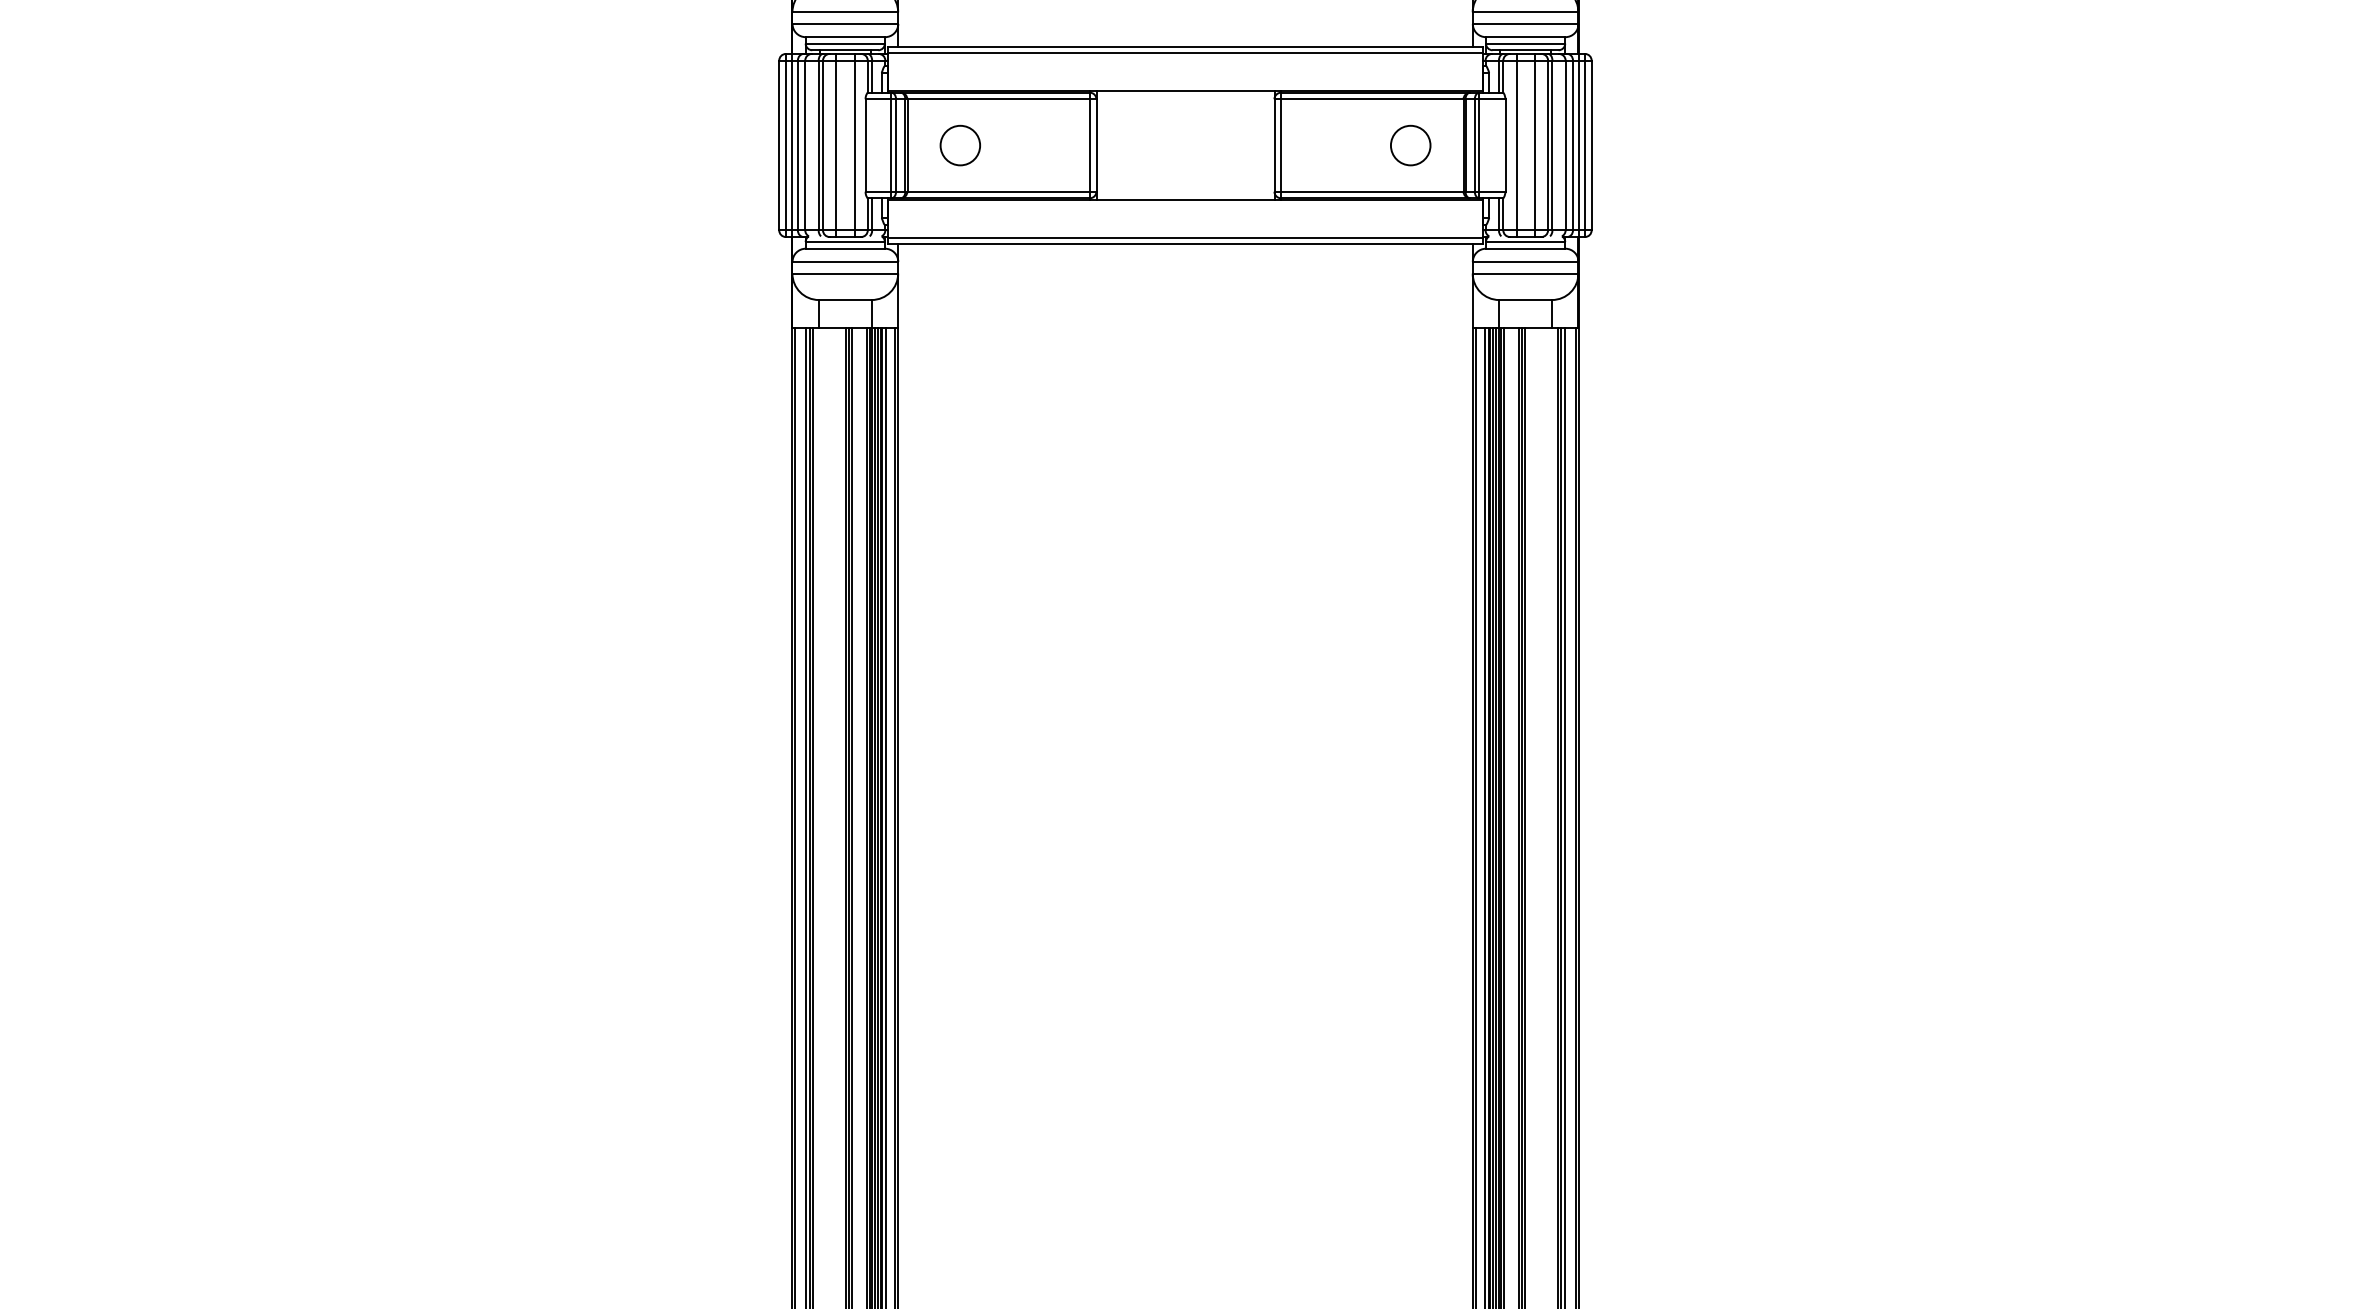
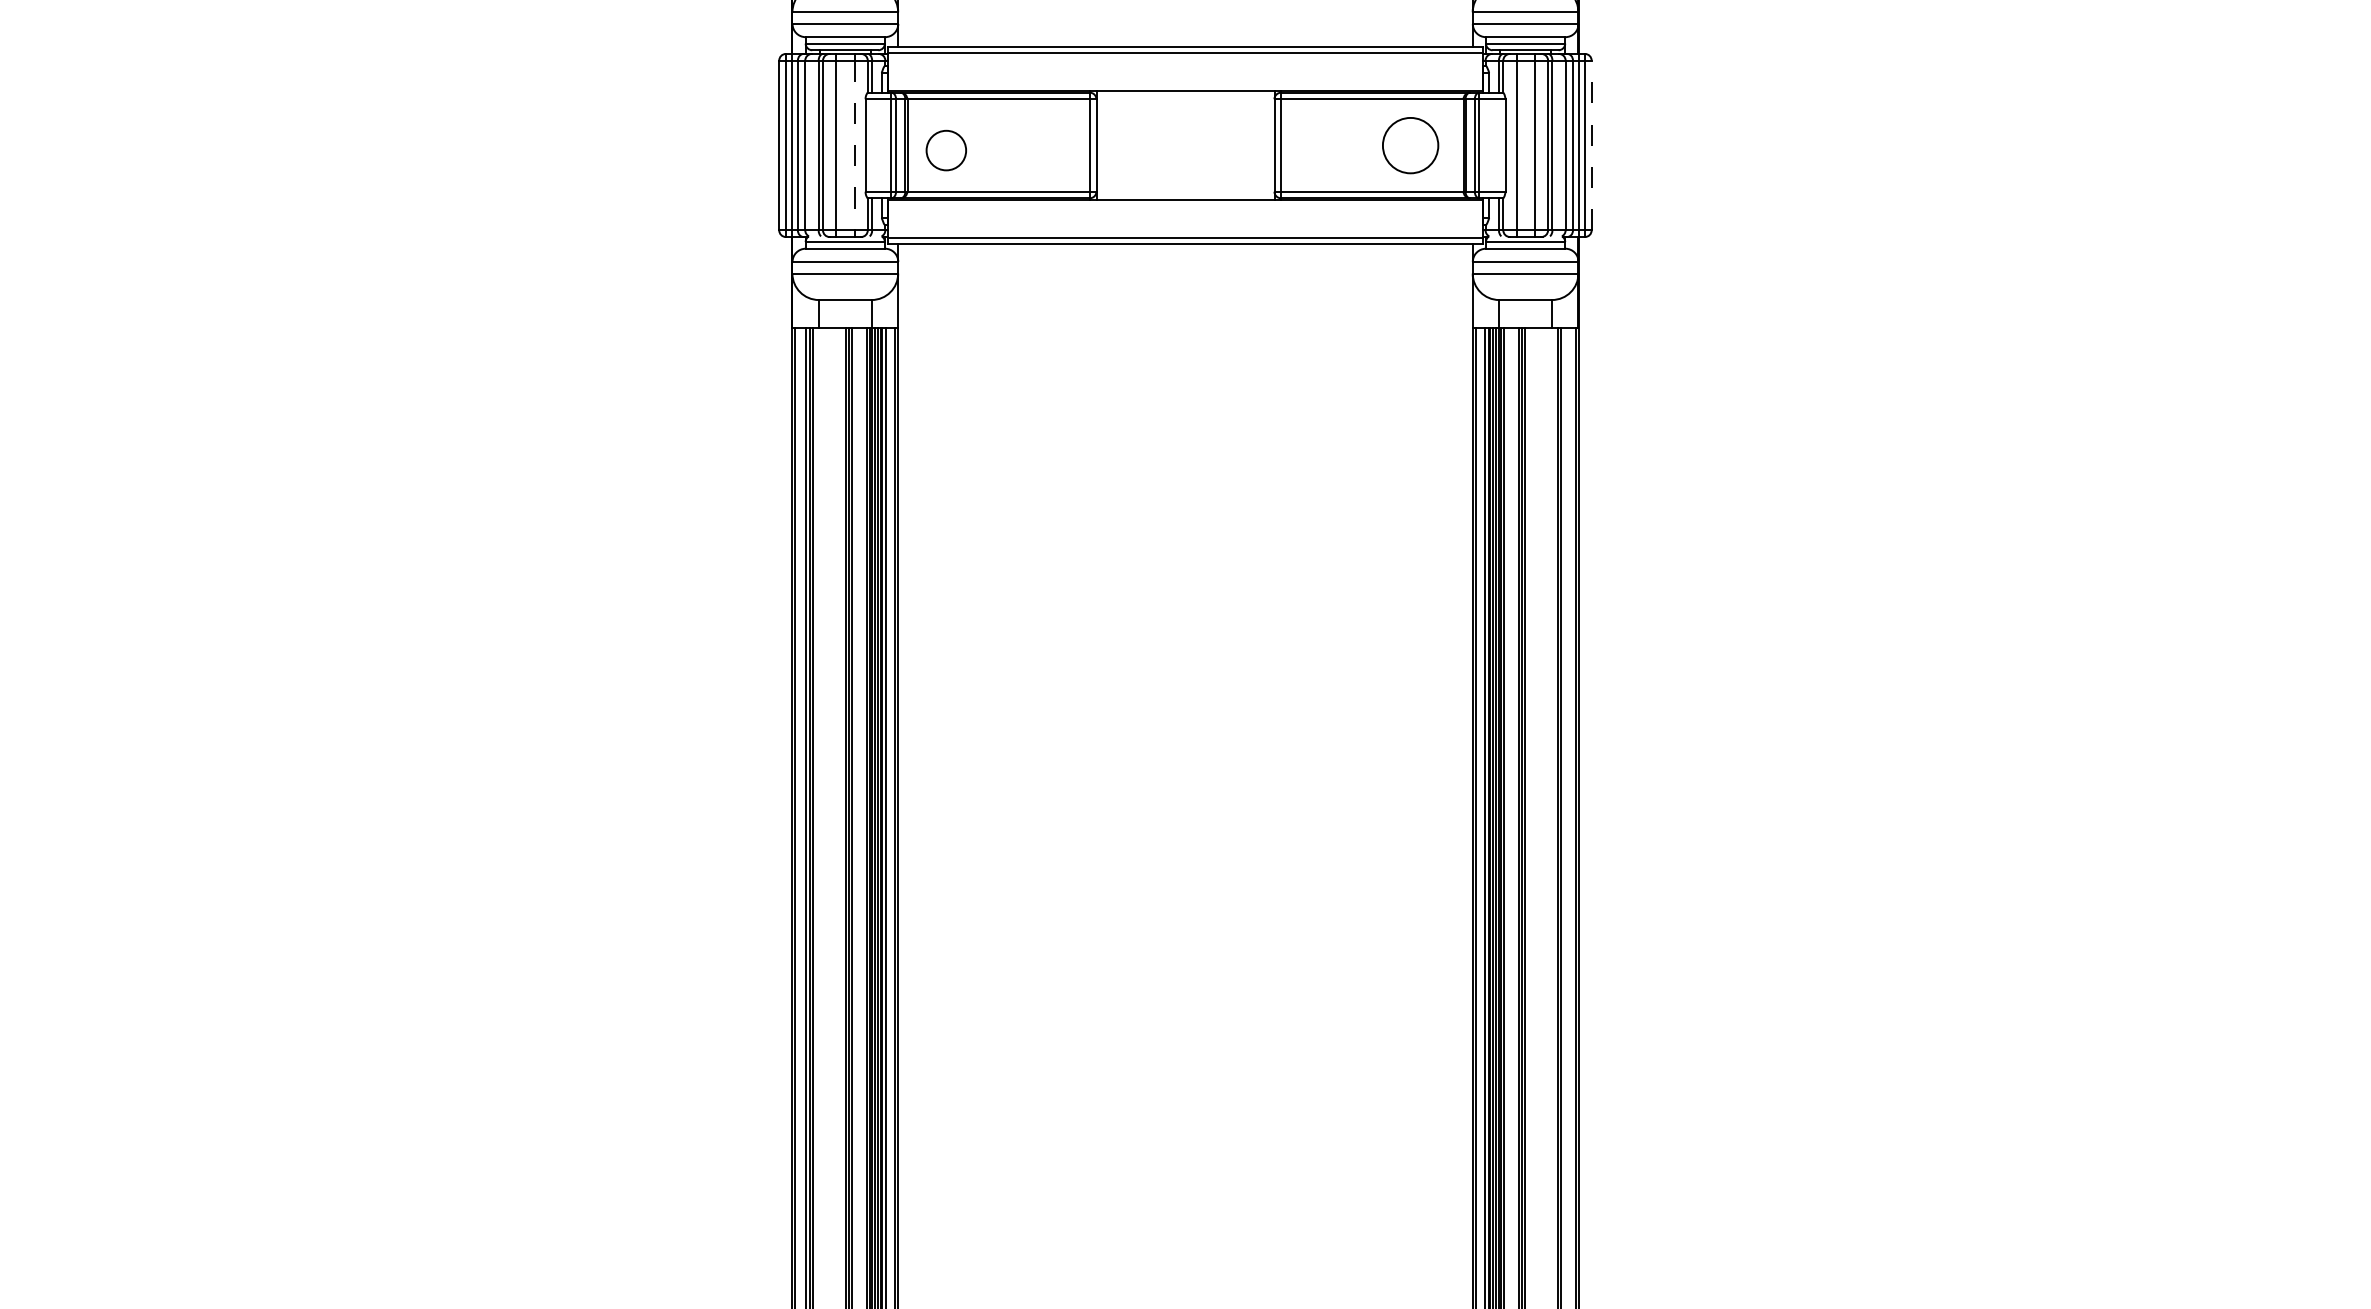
line at (854, 145): solid -> dashed
circle at (959, 145) position: (959, 145) -> (945, 150)
circle at (1410, 145) size: 42x43 px -> 58x58 px
line at (1591, 145): solid -> dashed
line at (1564, 816): present -> none
